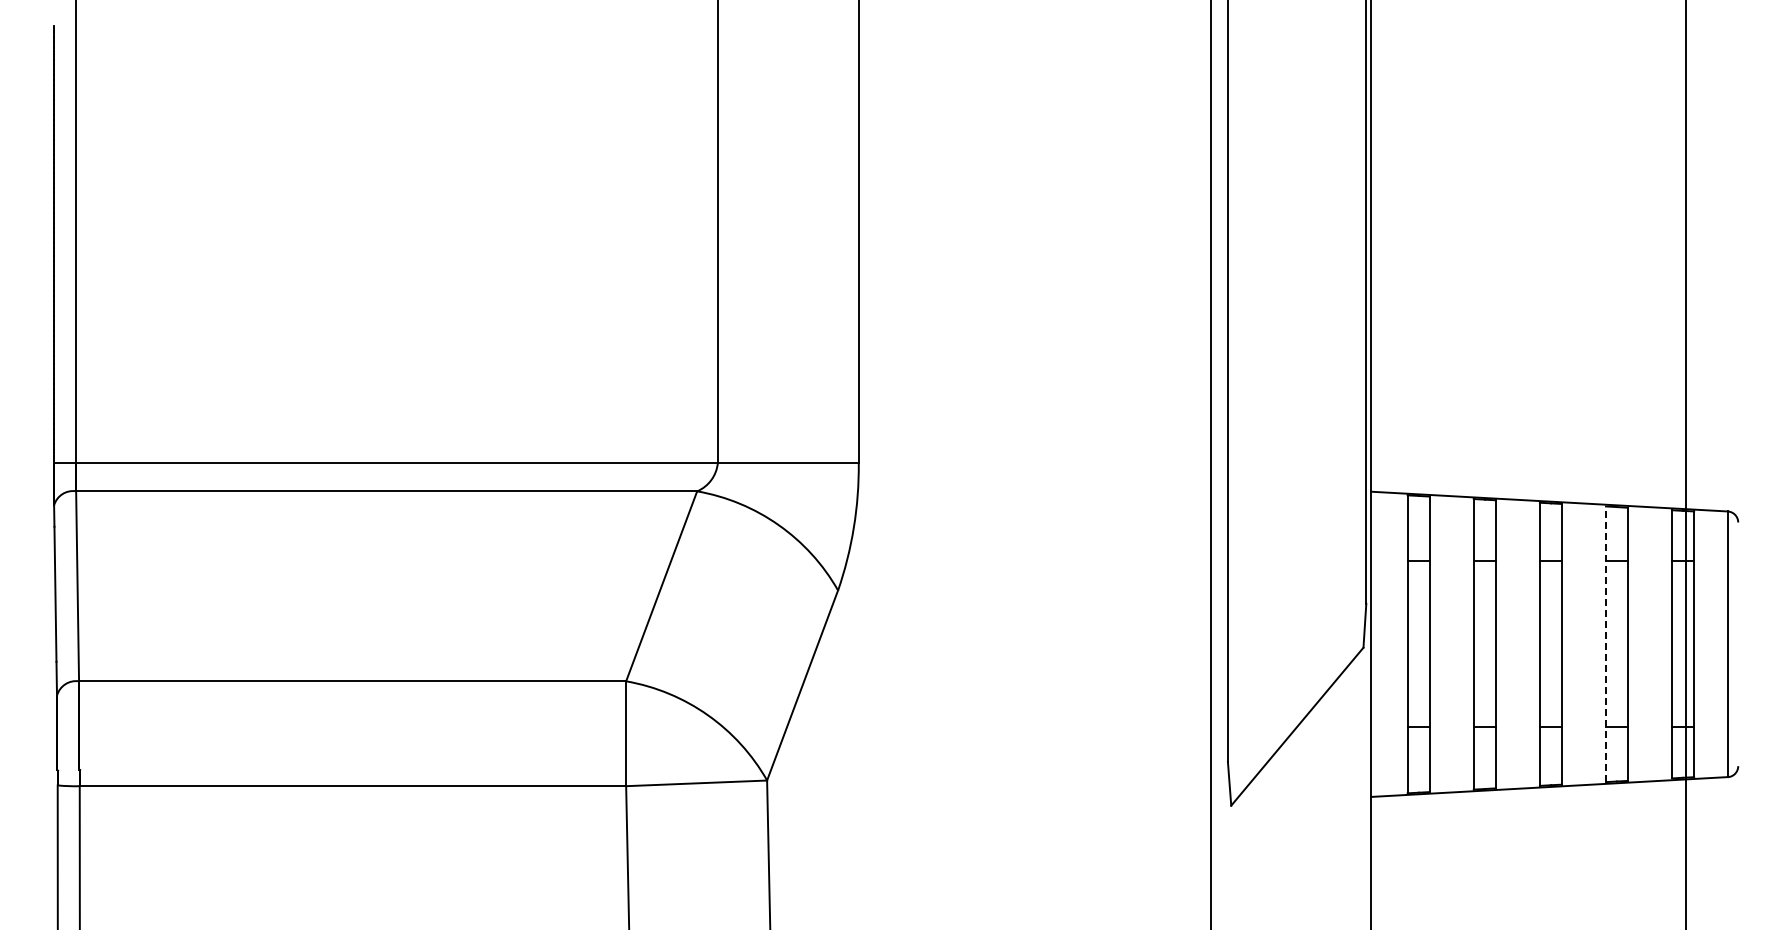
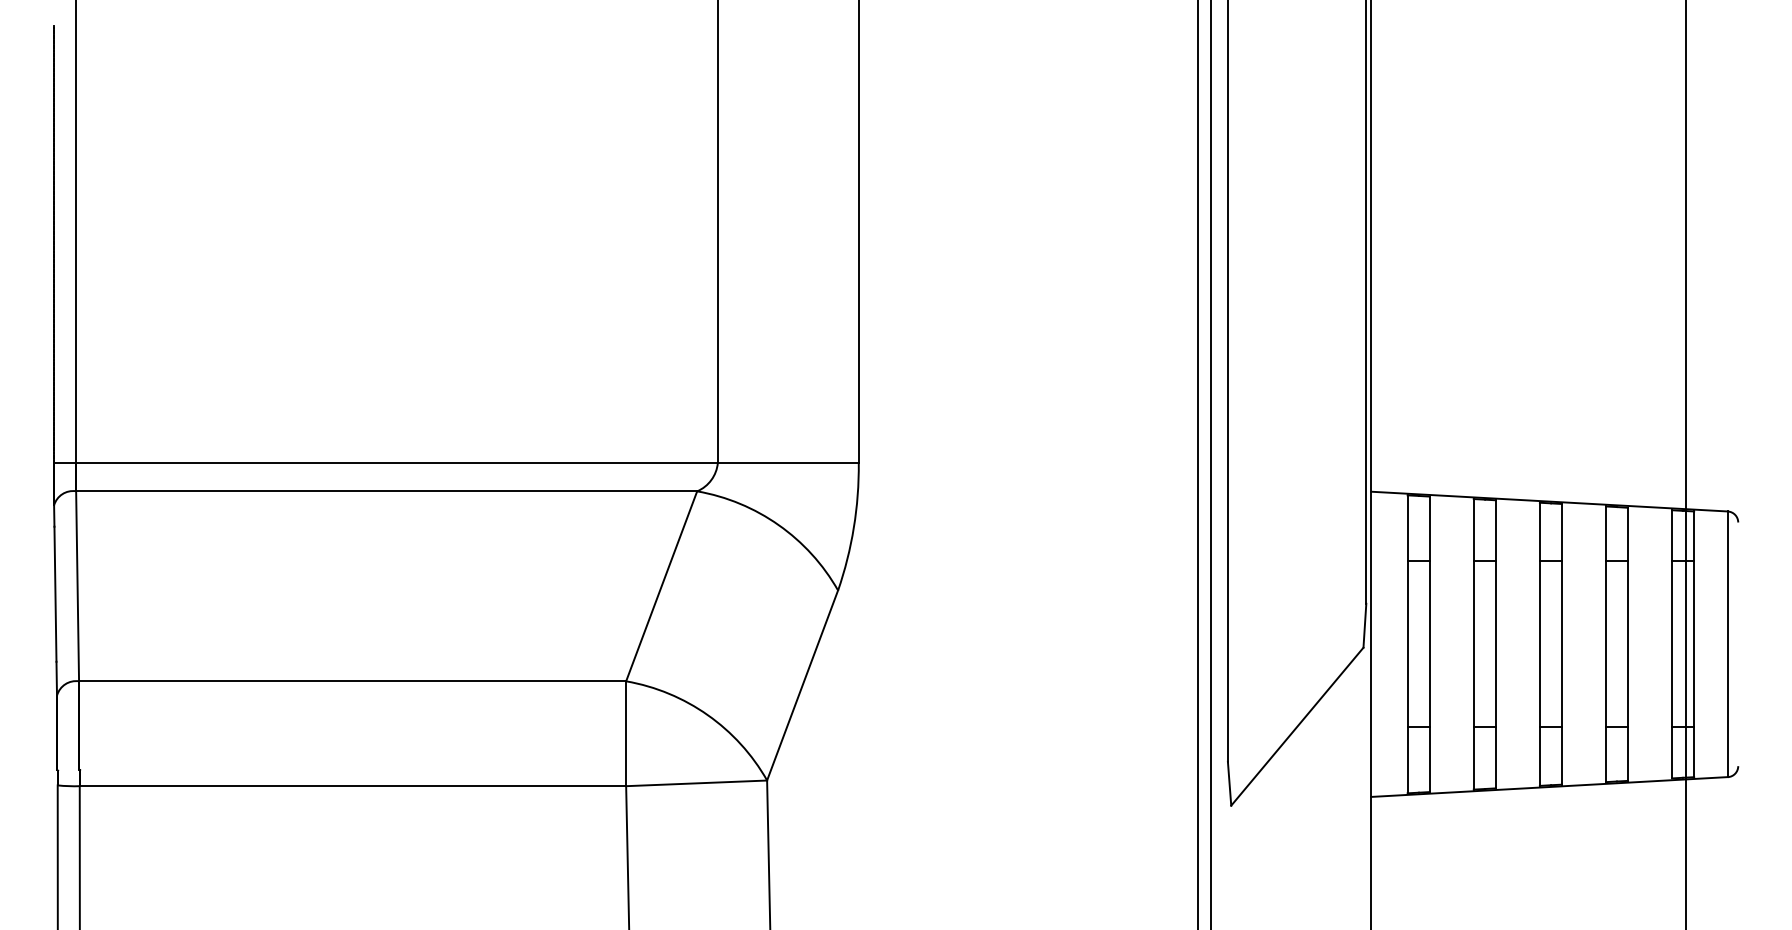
line at (1198, 464): none -> present
line at (1606, 644): dashed -> solid
